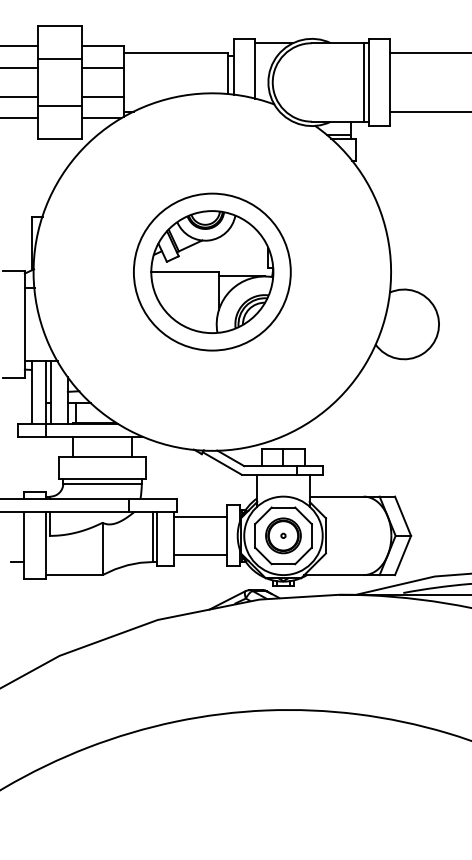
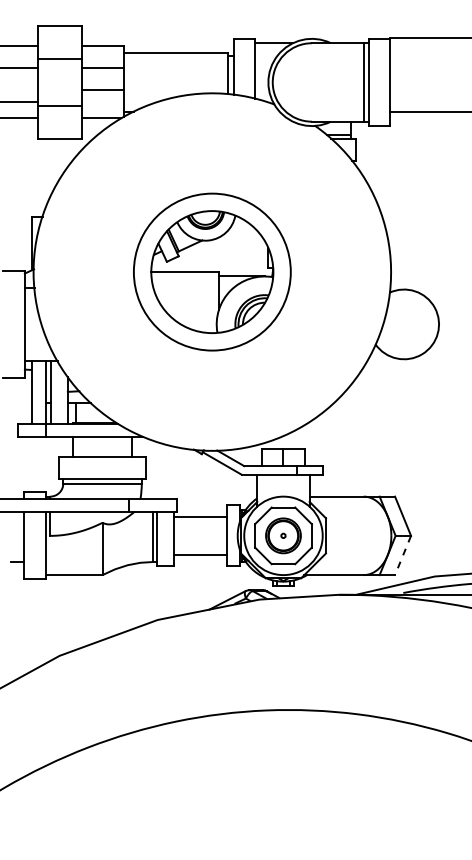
line at (429, 53) position: (429, 53) -> (429, 38)
line at (20, 97) position: (20, 97) -> (20, 102)
line at (102, 97) position: (102, 97) -> (102, 90)
line at (402, 555): solid -> dashed
